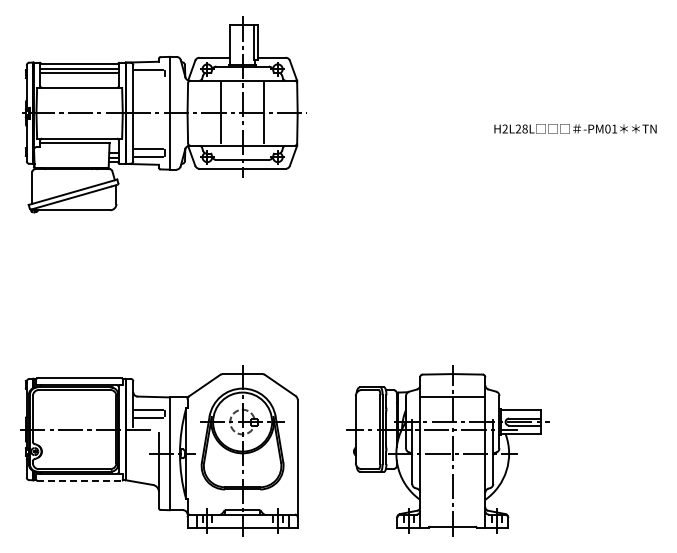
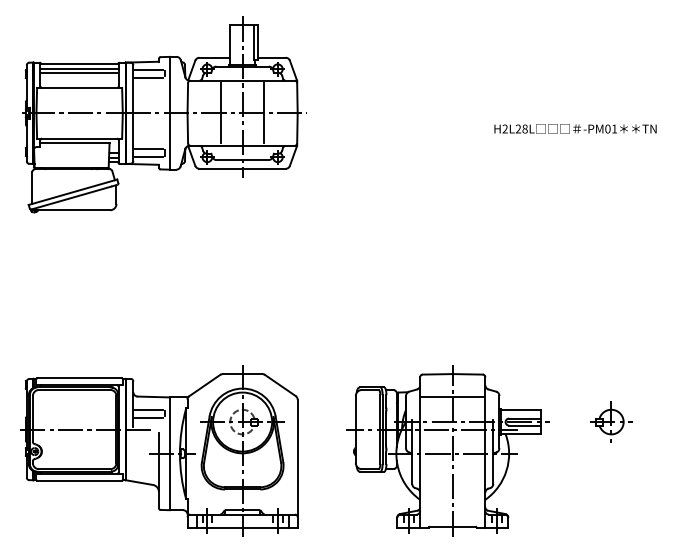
line at (148, 77): none -> present
part at (611, 421): none -> present
line at (80, 480): dashed -> solid
